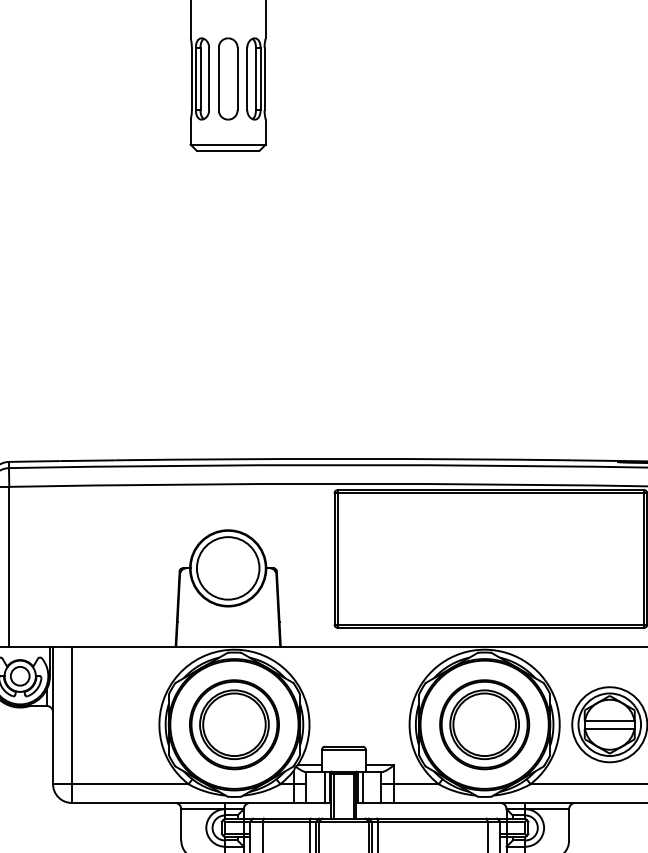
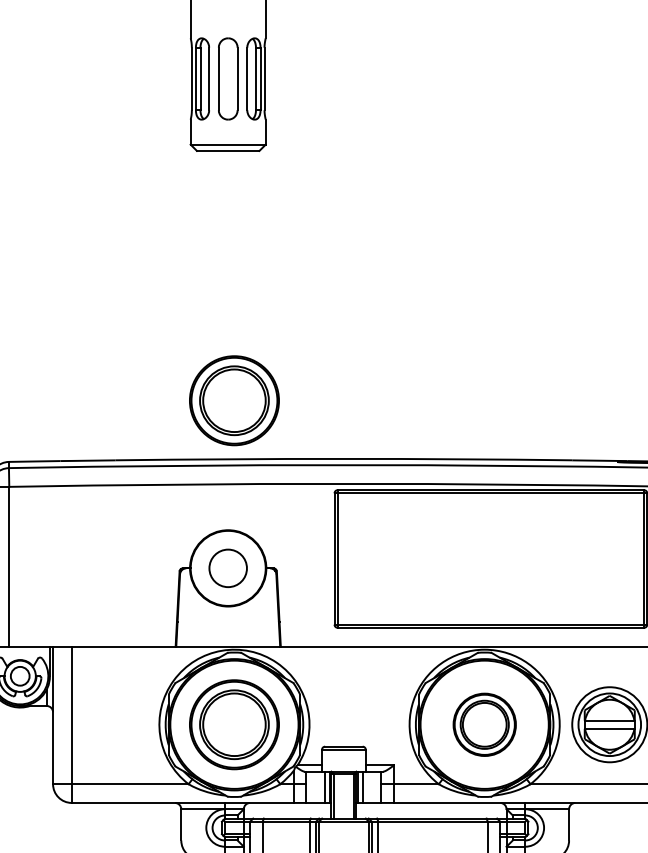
part at (234, 400): none -> present
circle at (227, 568) diameter: 63 px -> 38 px
part at (484, 724) size: 92x92 px -> 65x65 px
